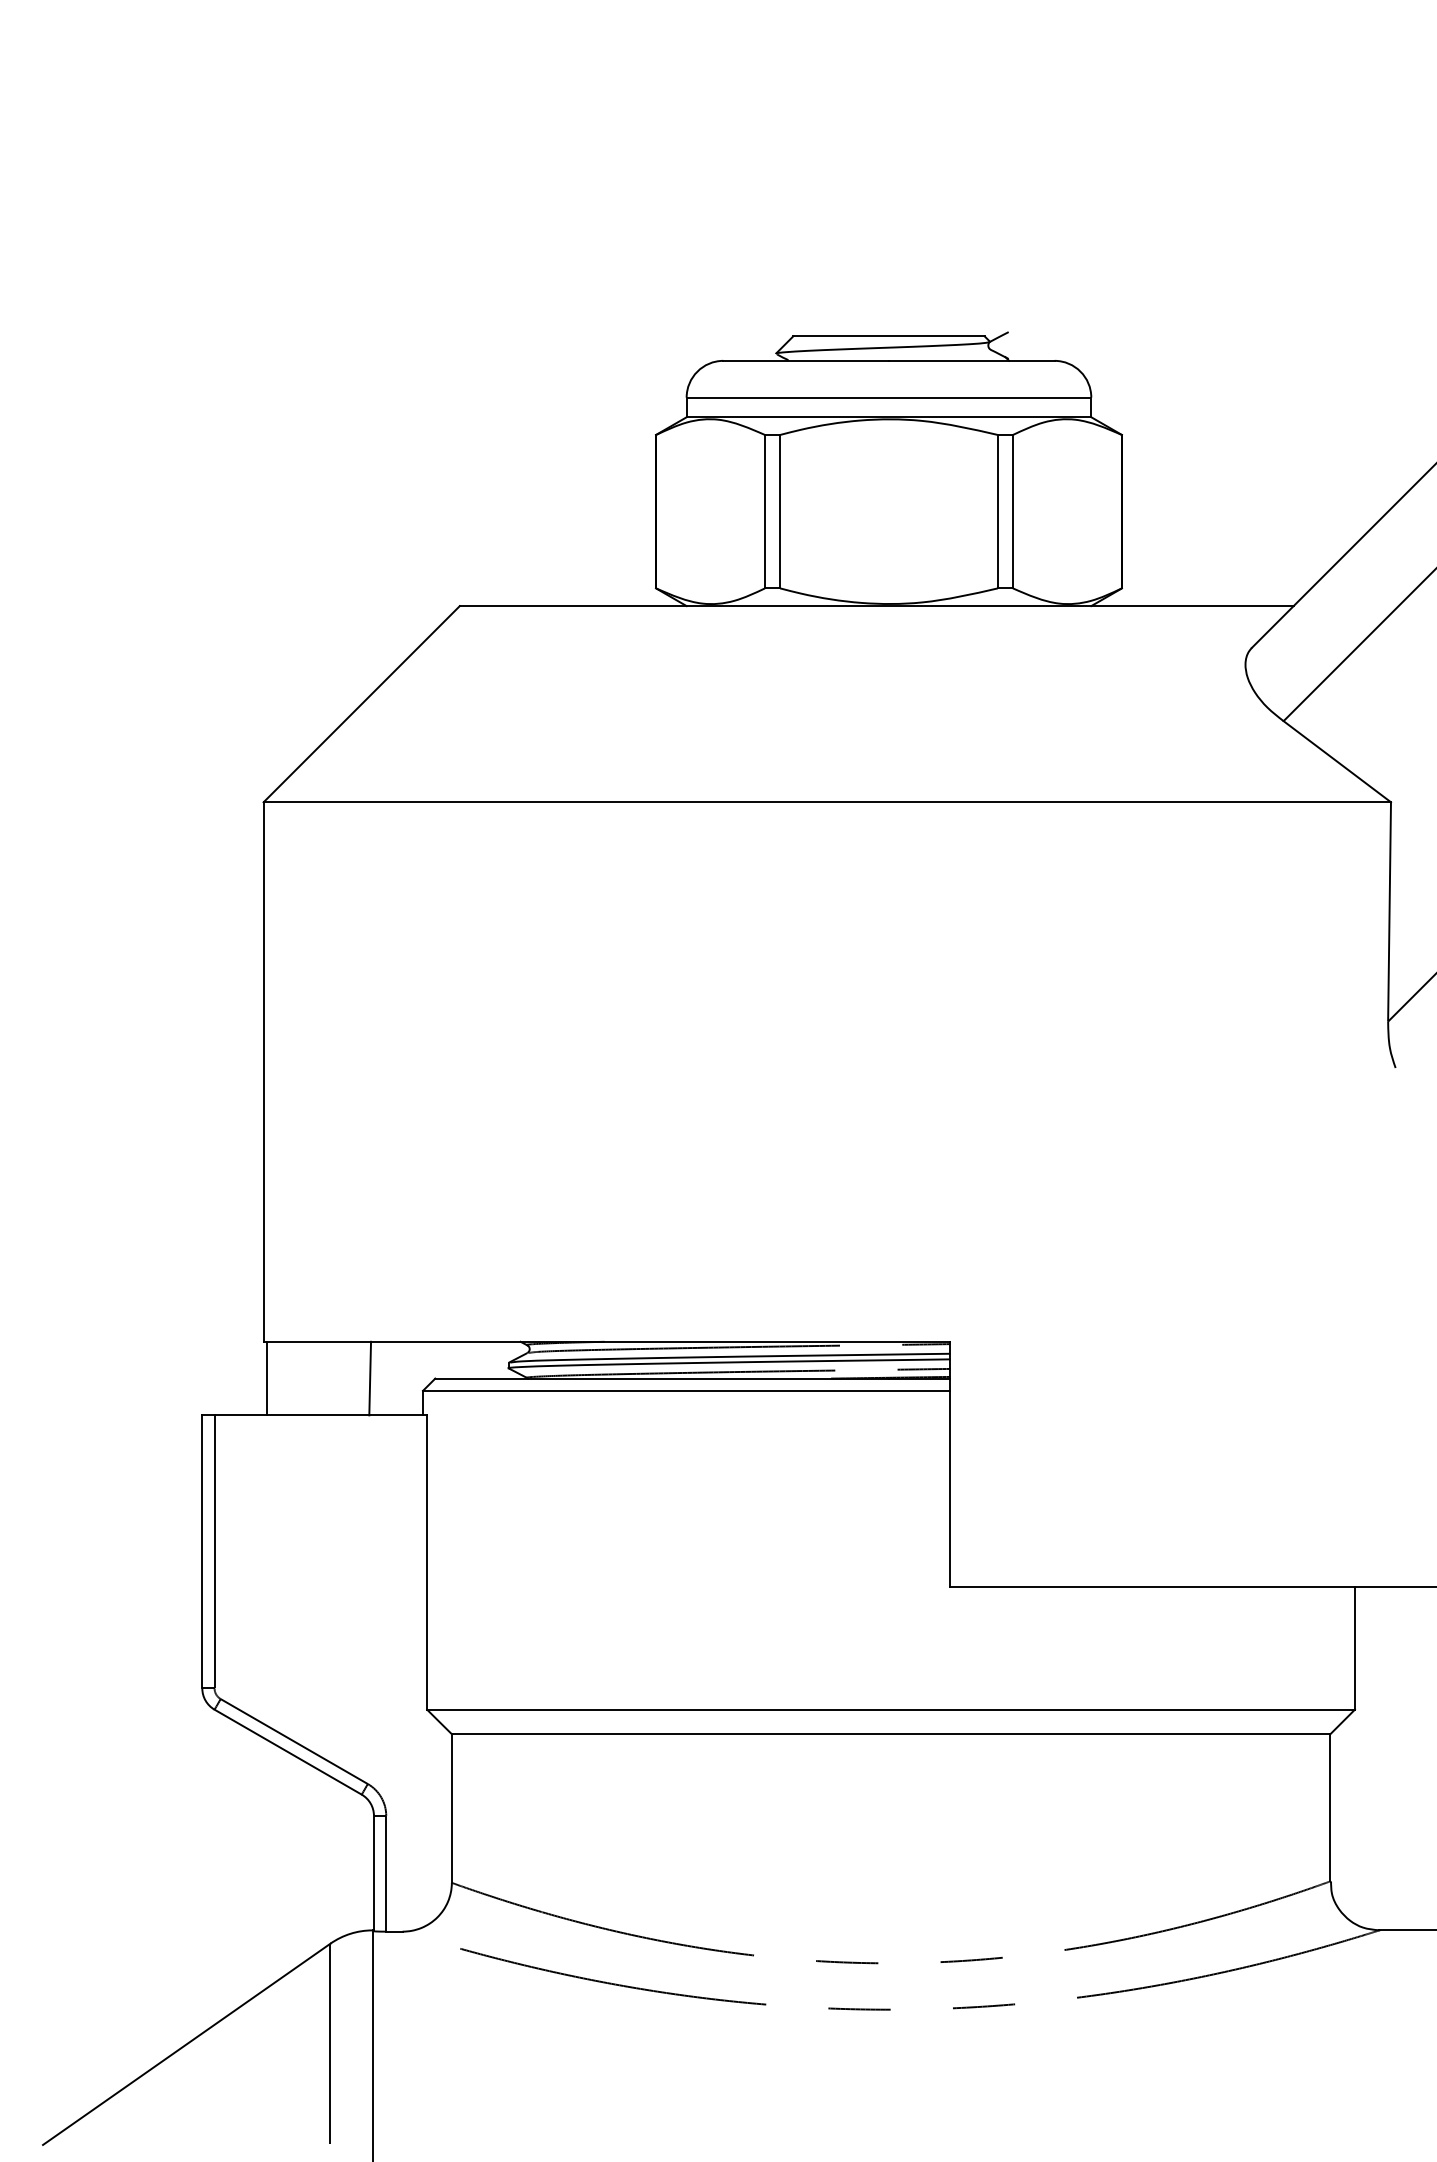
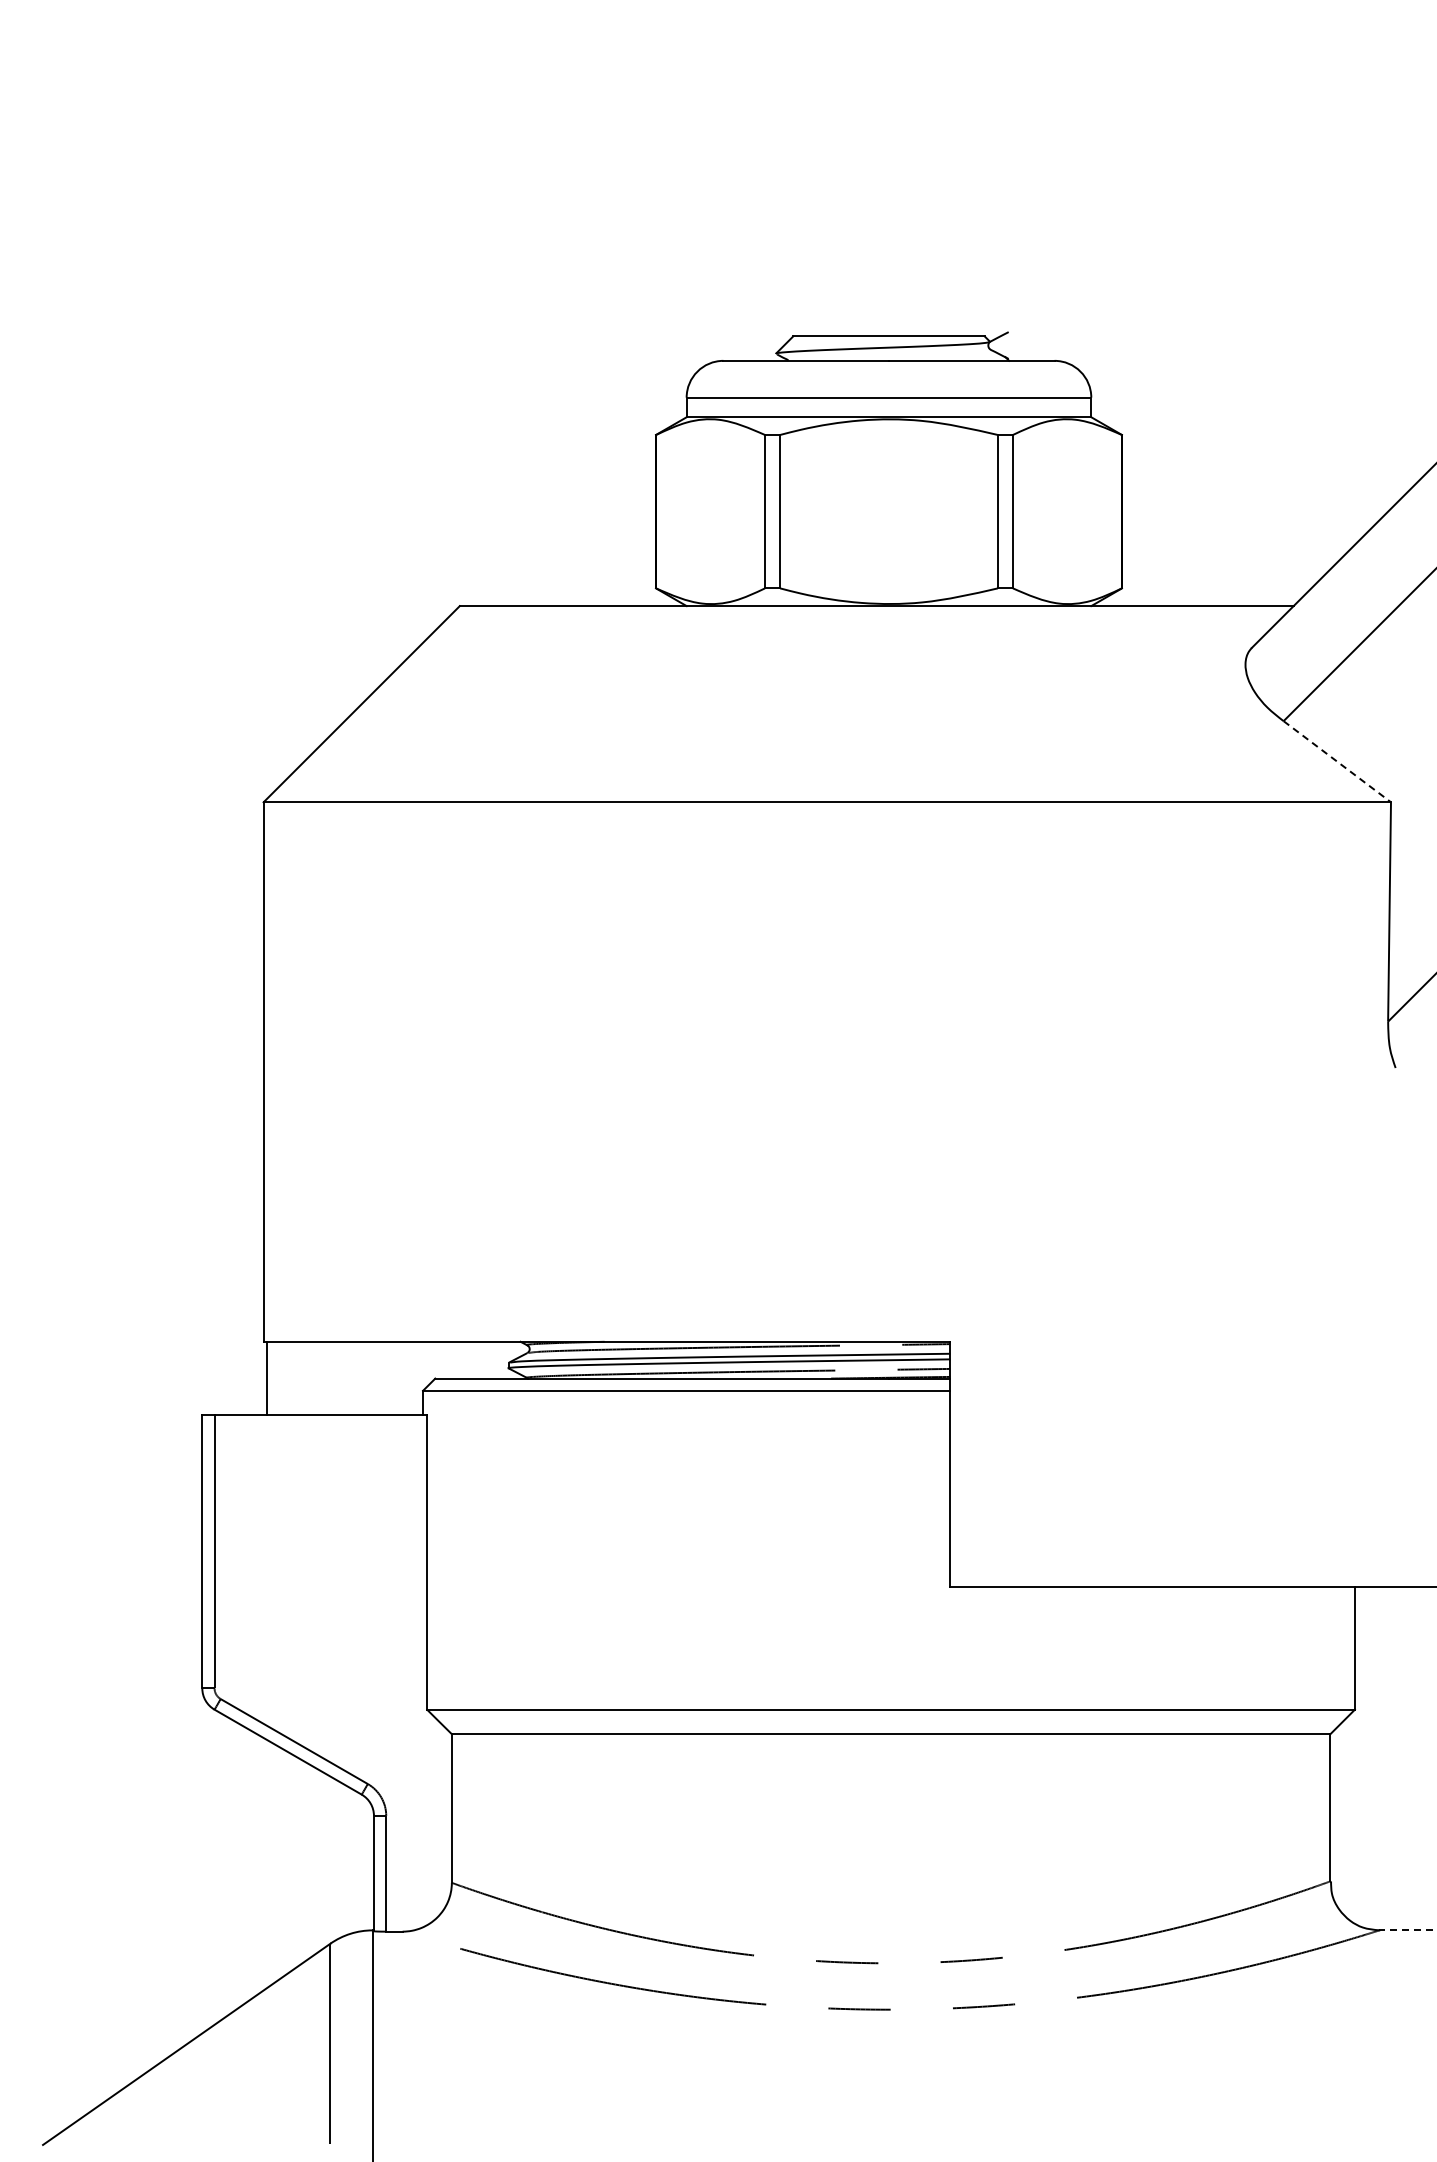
line at (1337, 762): solid -> dashed
line at (370, 1378): present -> none
line at (1407, 1930): solid -> dashed
